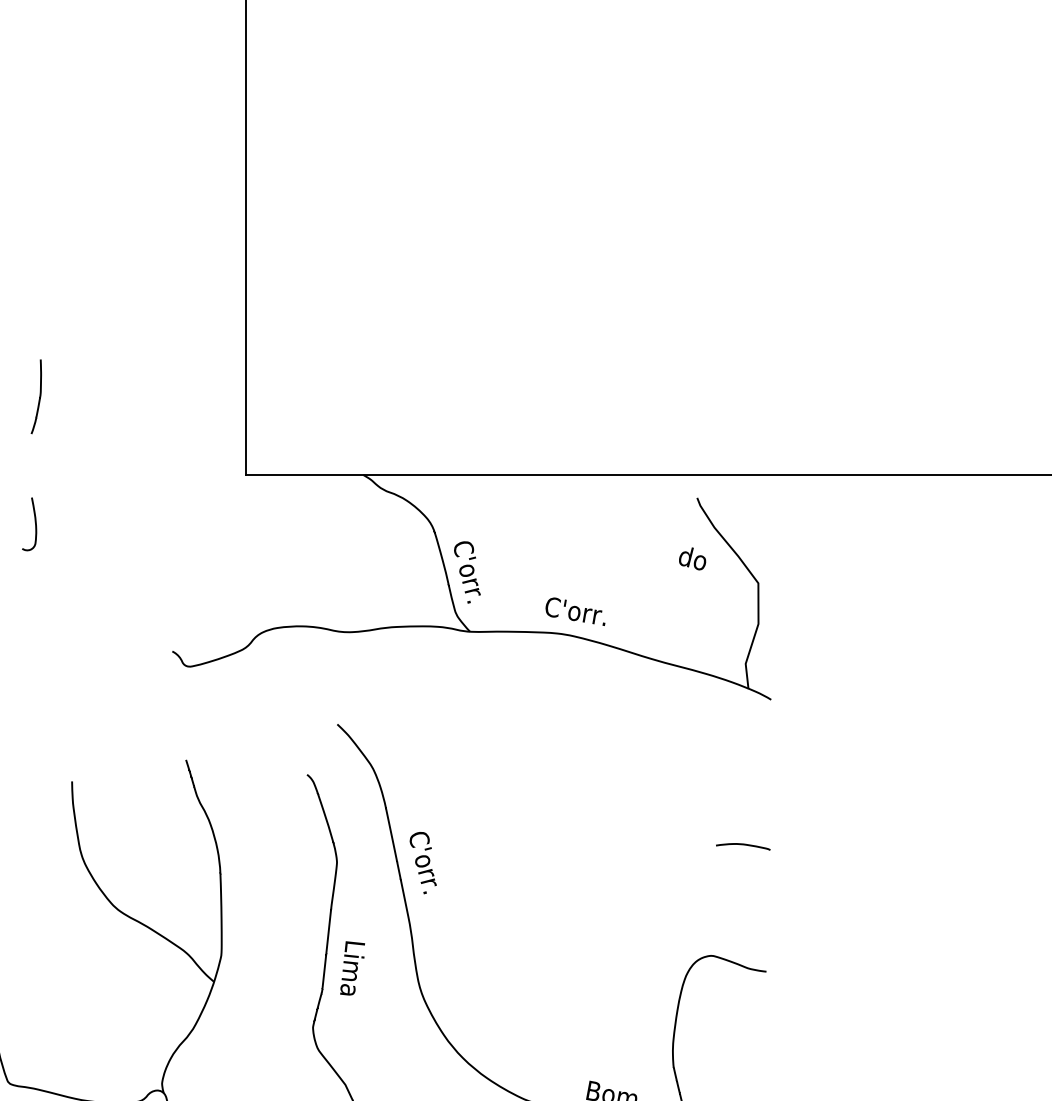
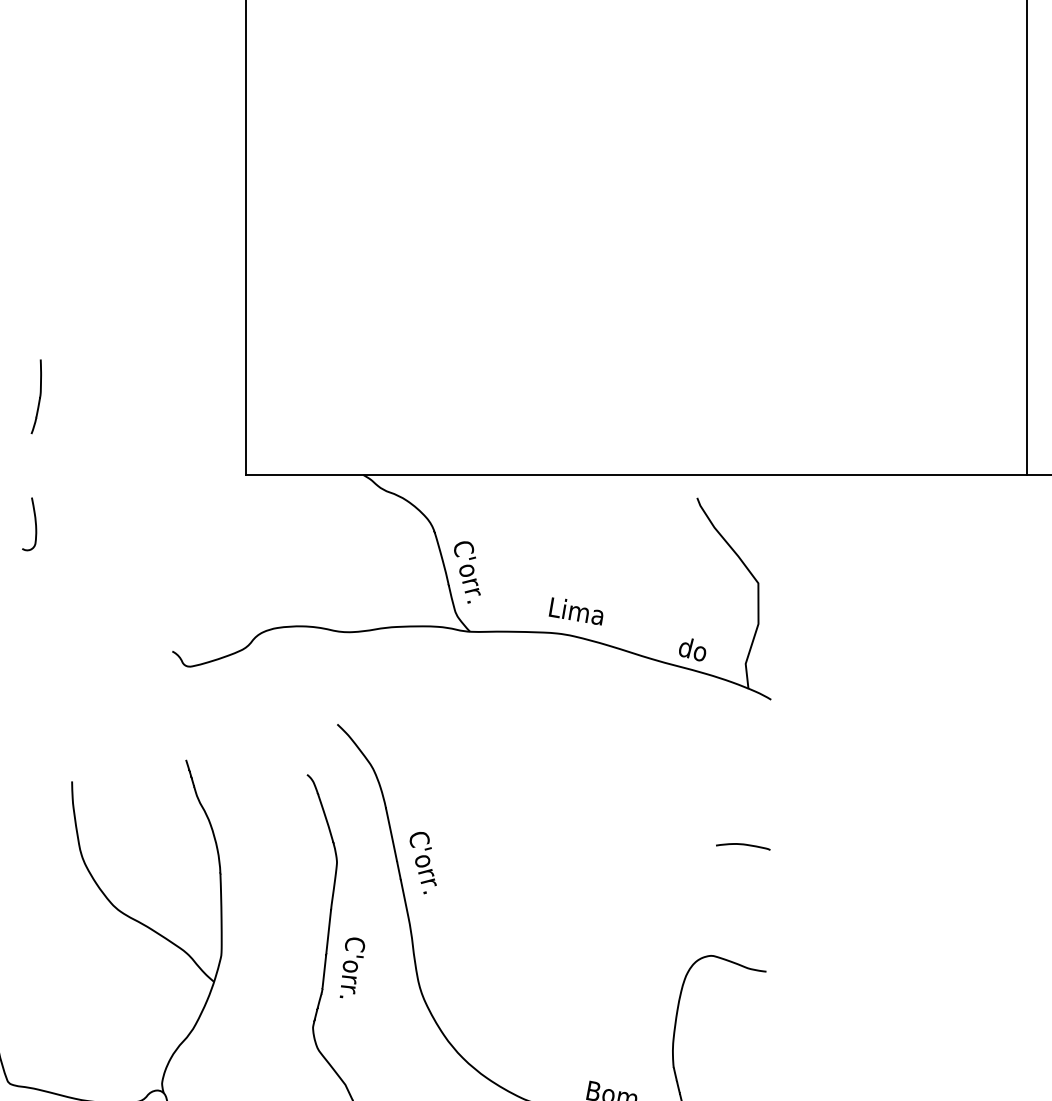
line at (1027, 238): none -> present
text at (692, 558) position: (692, 558) -> (692, 649)
text at (575, 611): C'orr. -> Lima
text at (352, 967): Lima -> C'orr.
